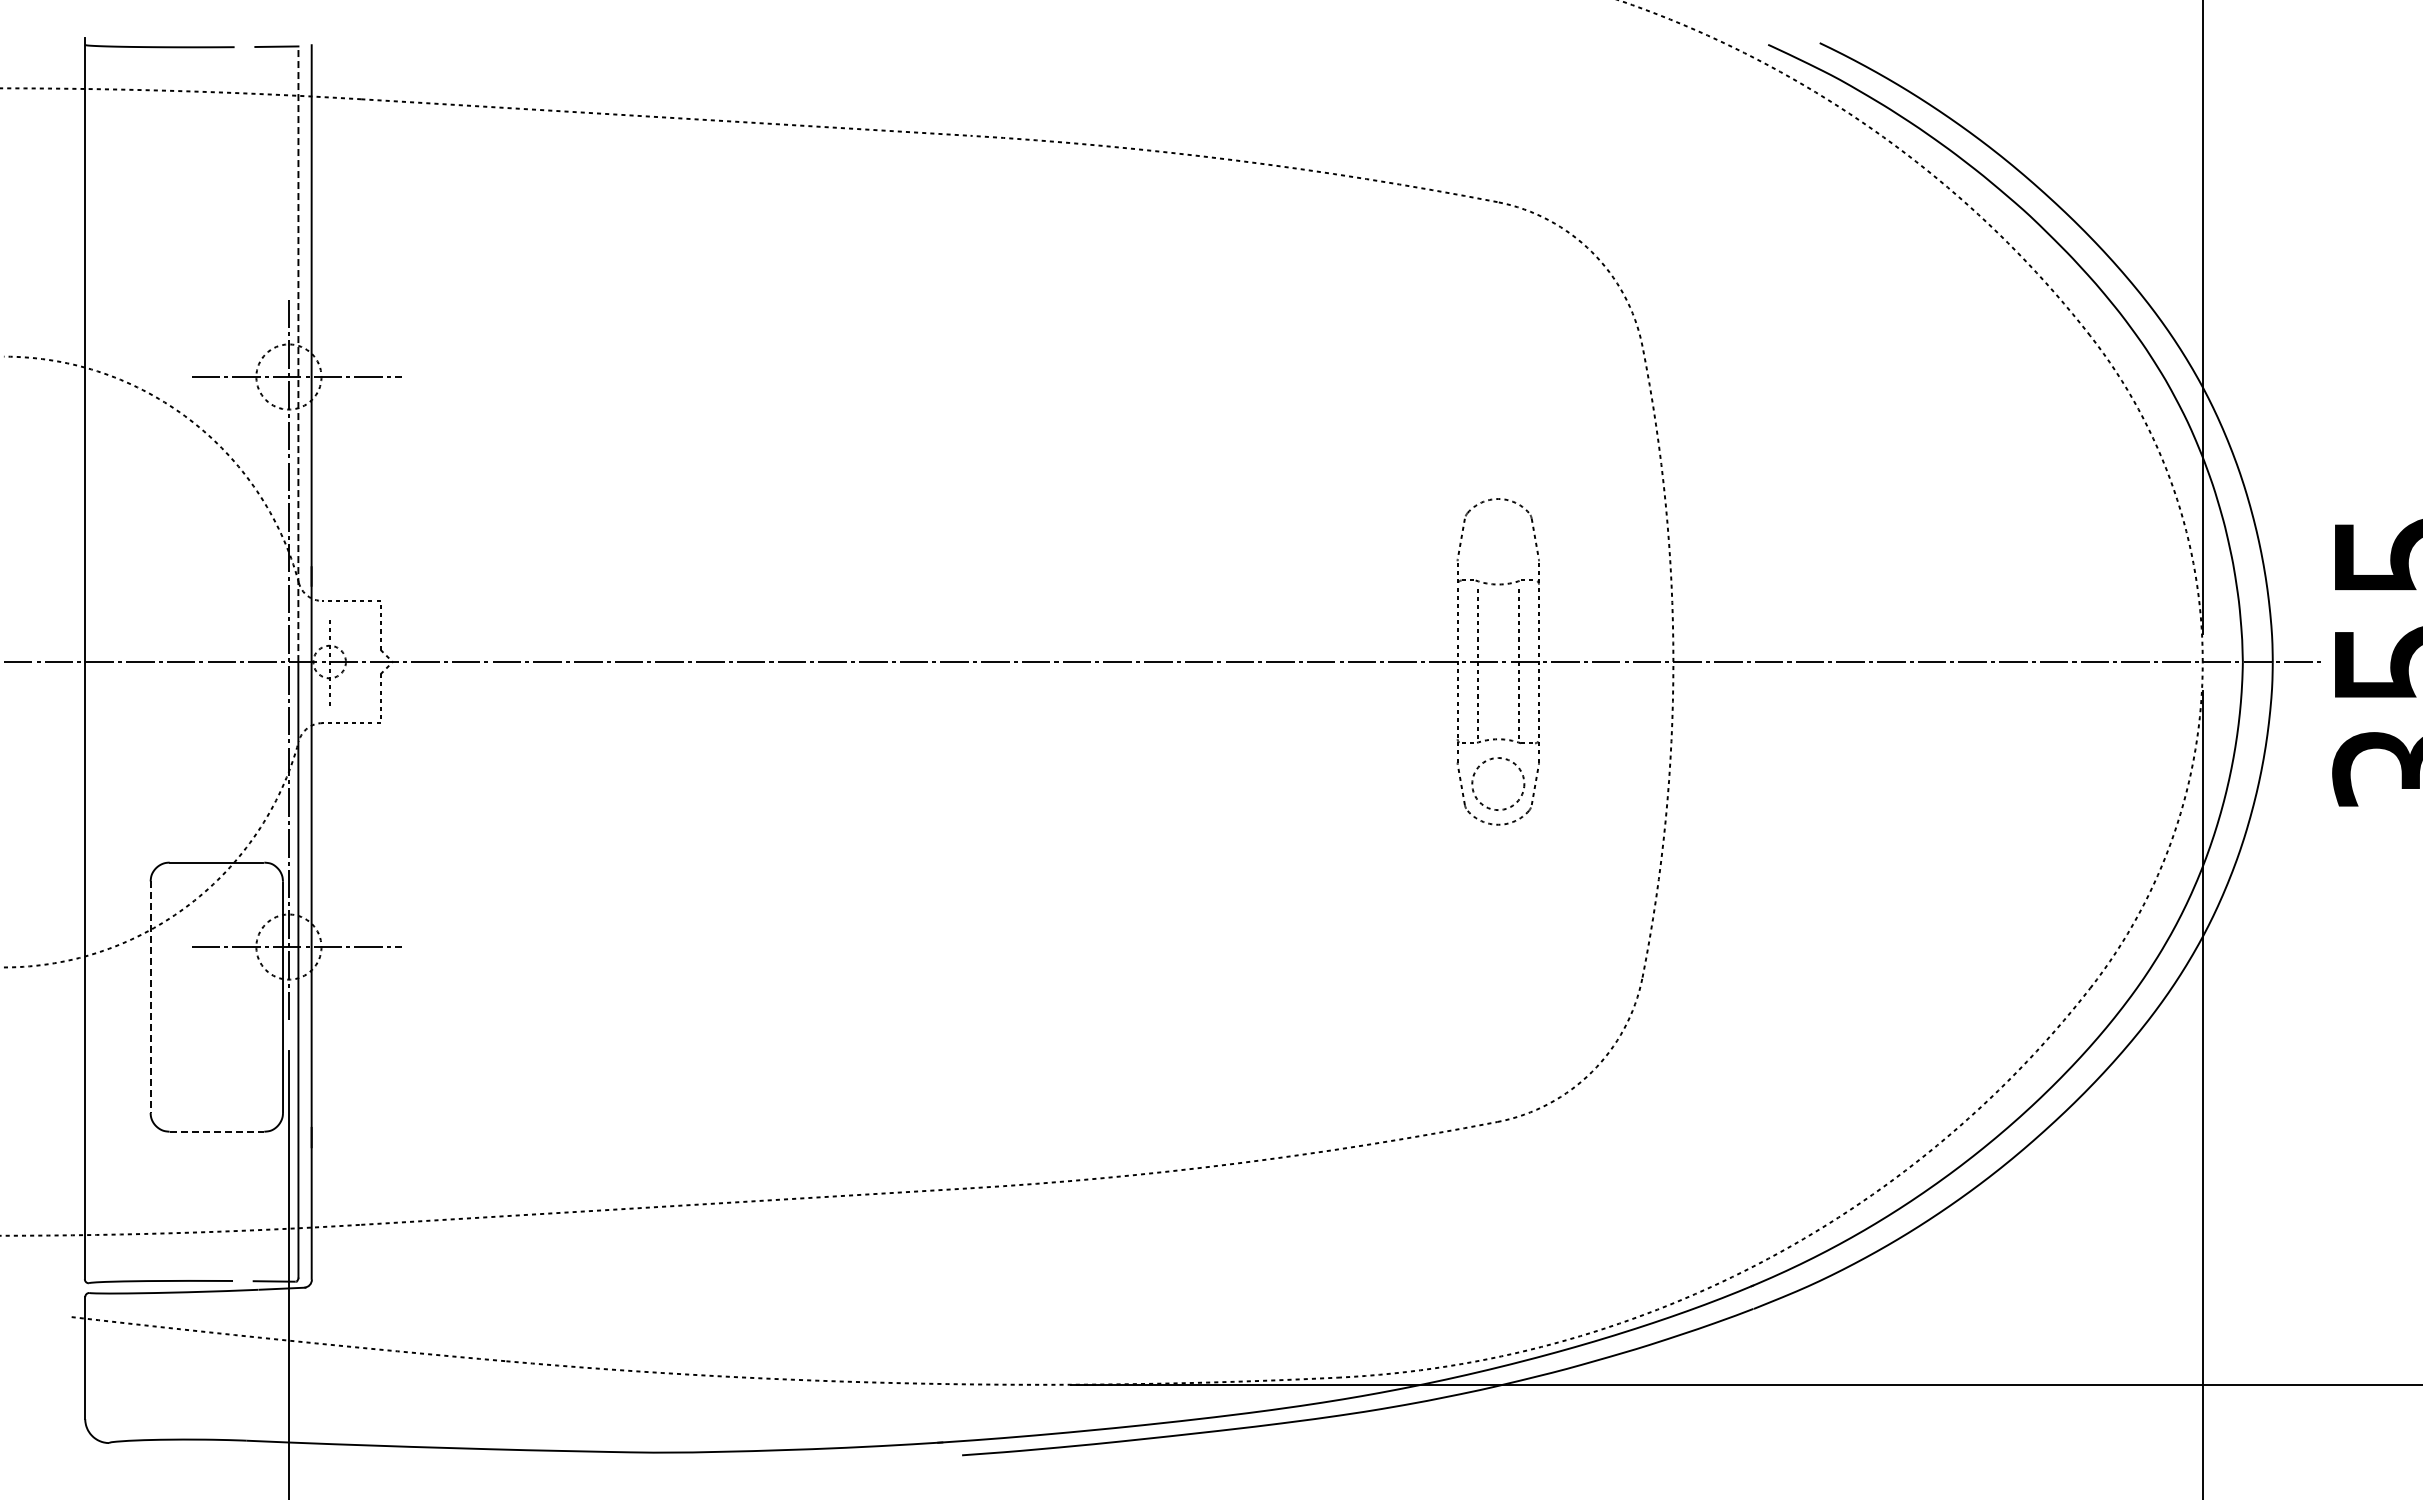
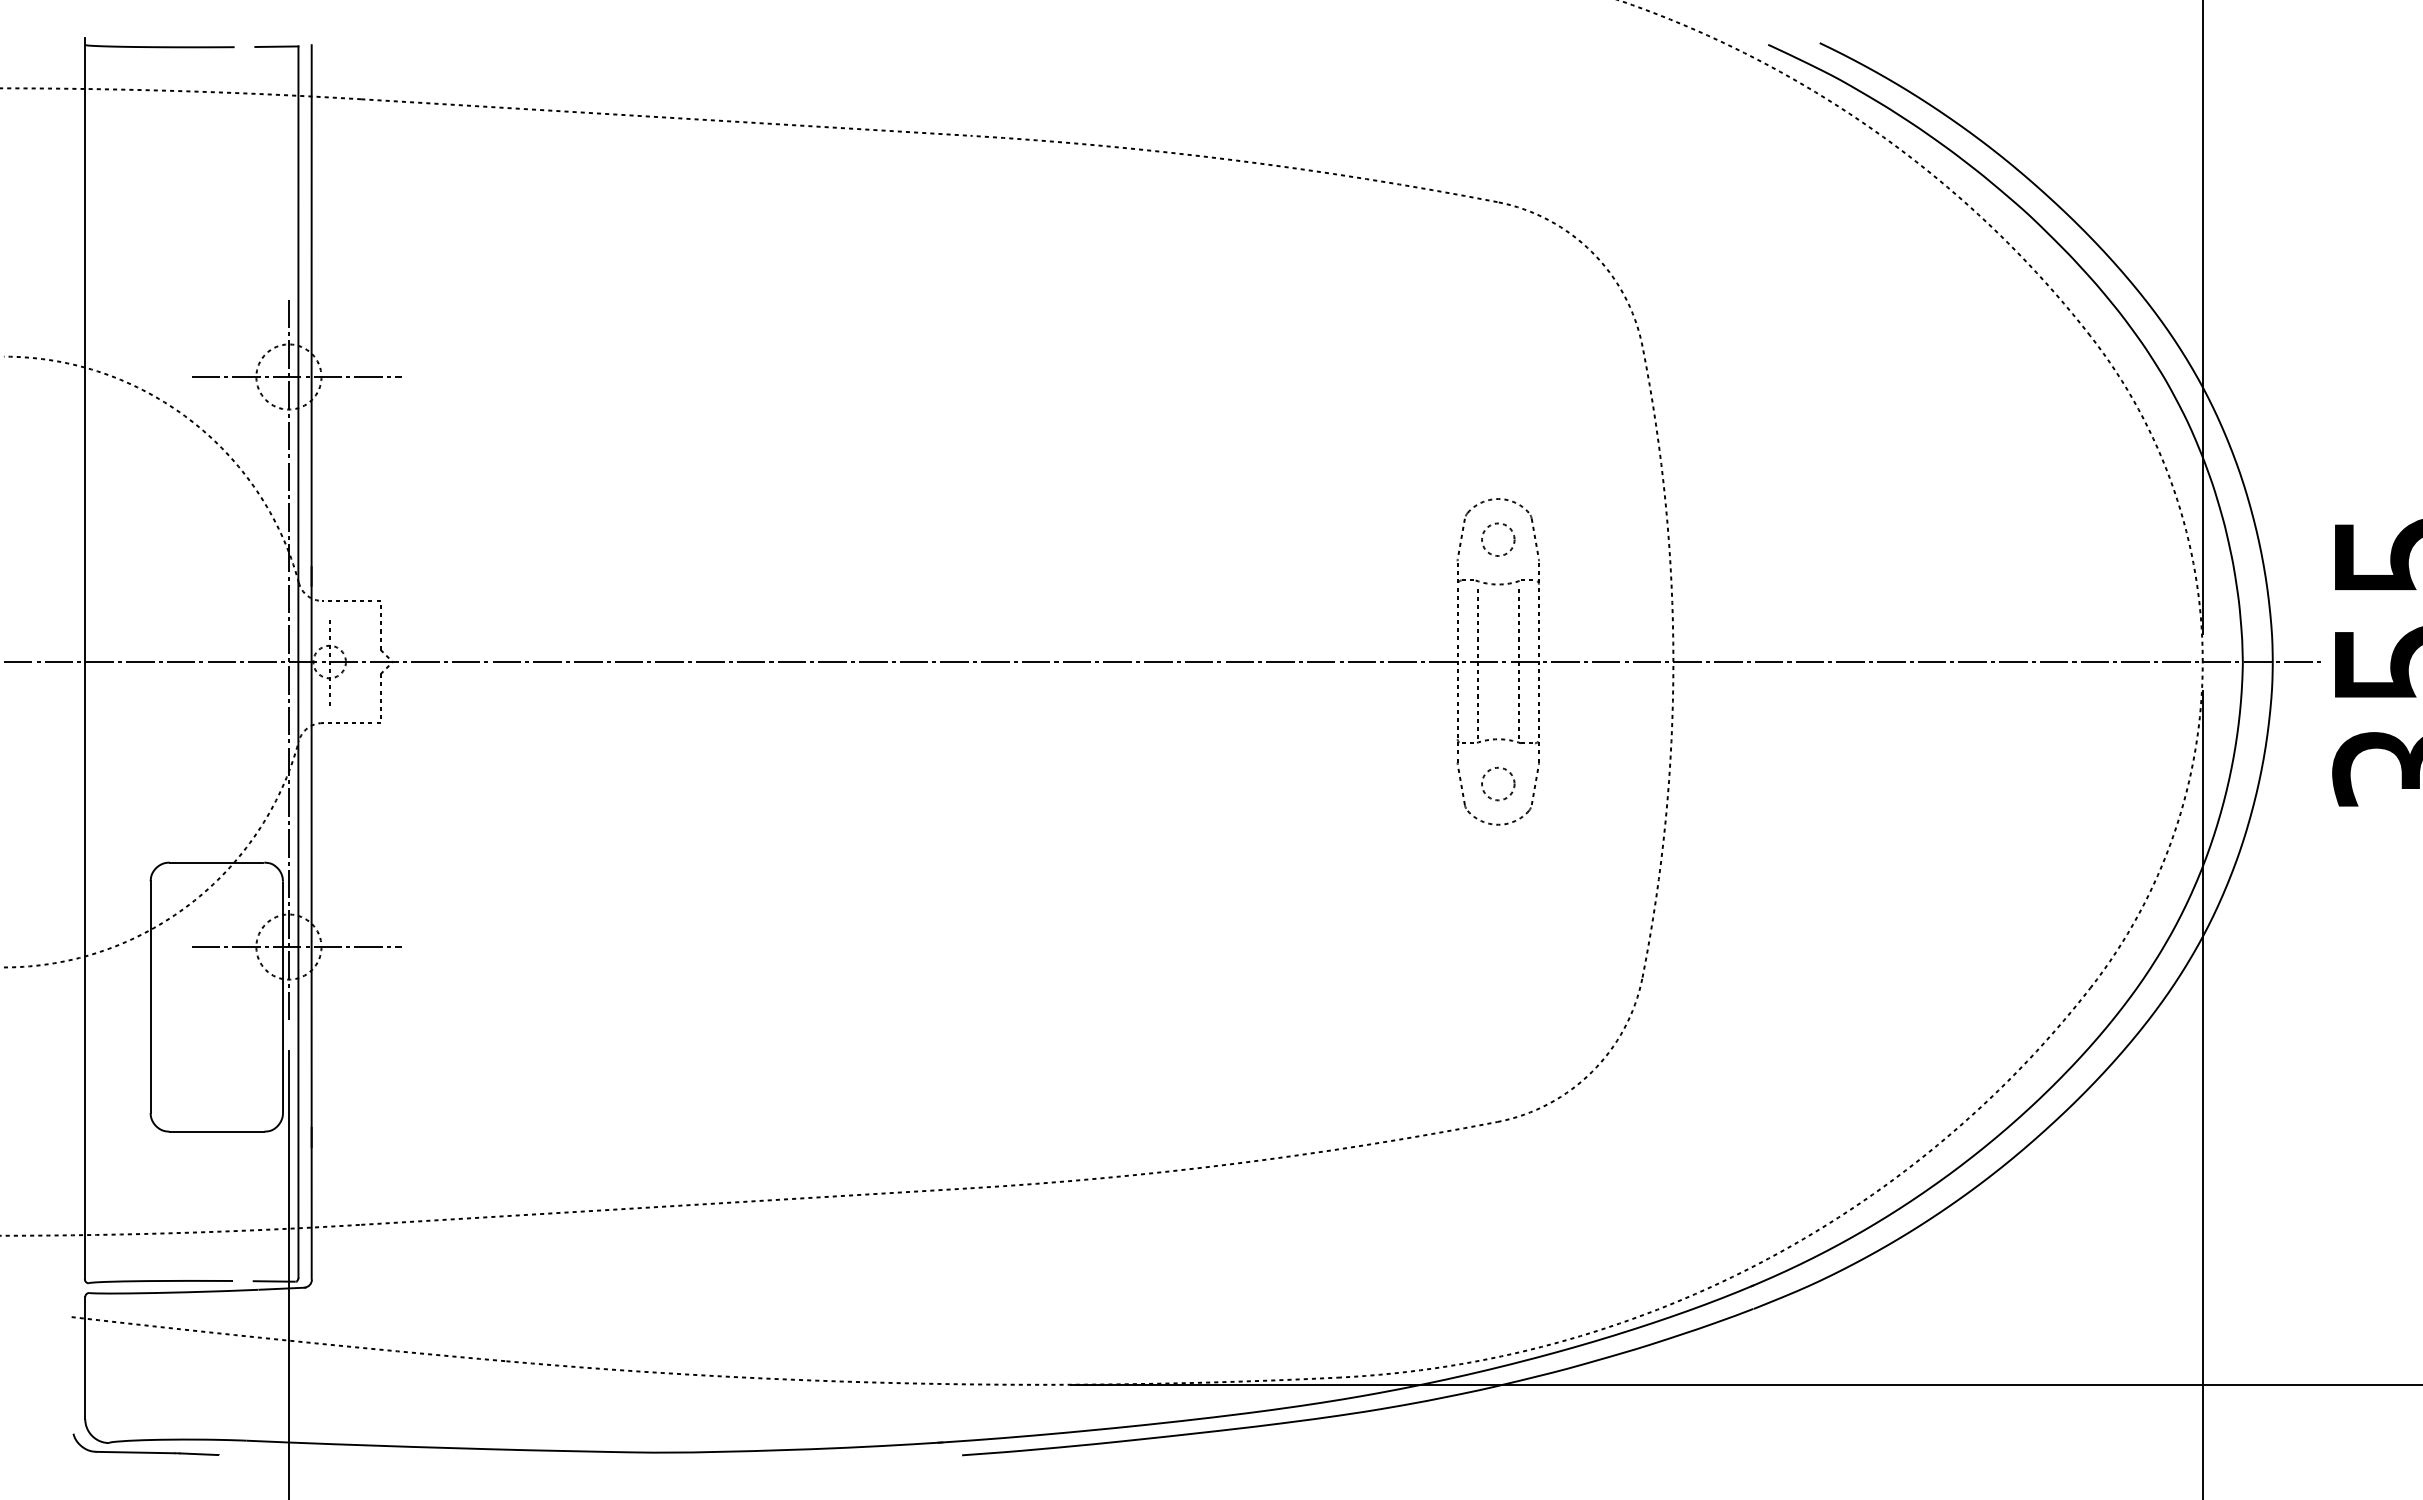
line at (298, 354): dashed -> solid
circle at (1498, 539): none -> present
circle at (1498, 784) diameter: 52 px -> 33 px
line at (150, 997): dashed -> solid
line at (217, 1131): dashed -> solid
part at (145, 1451): none -> present
